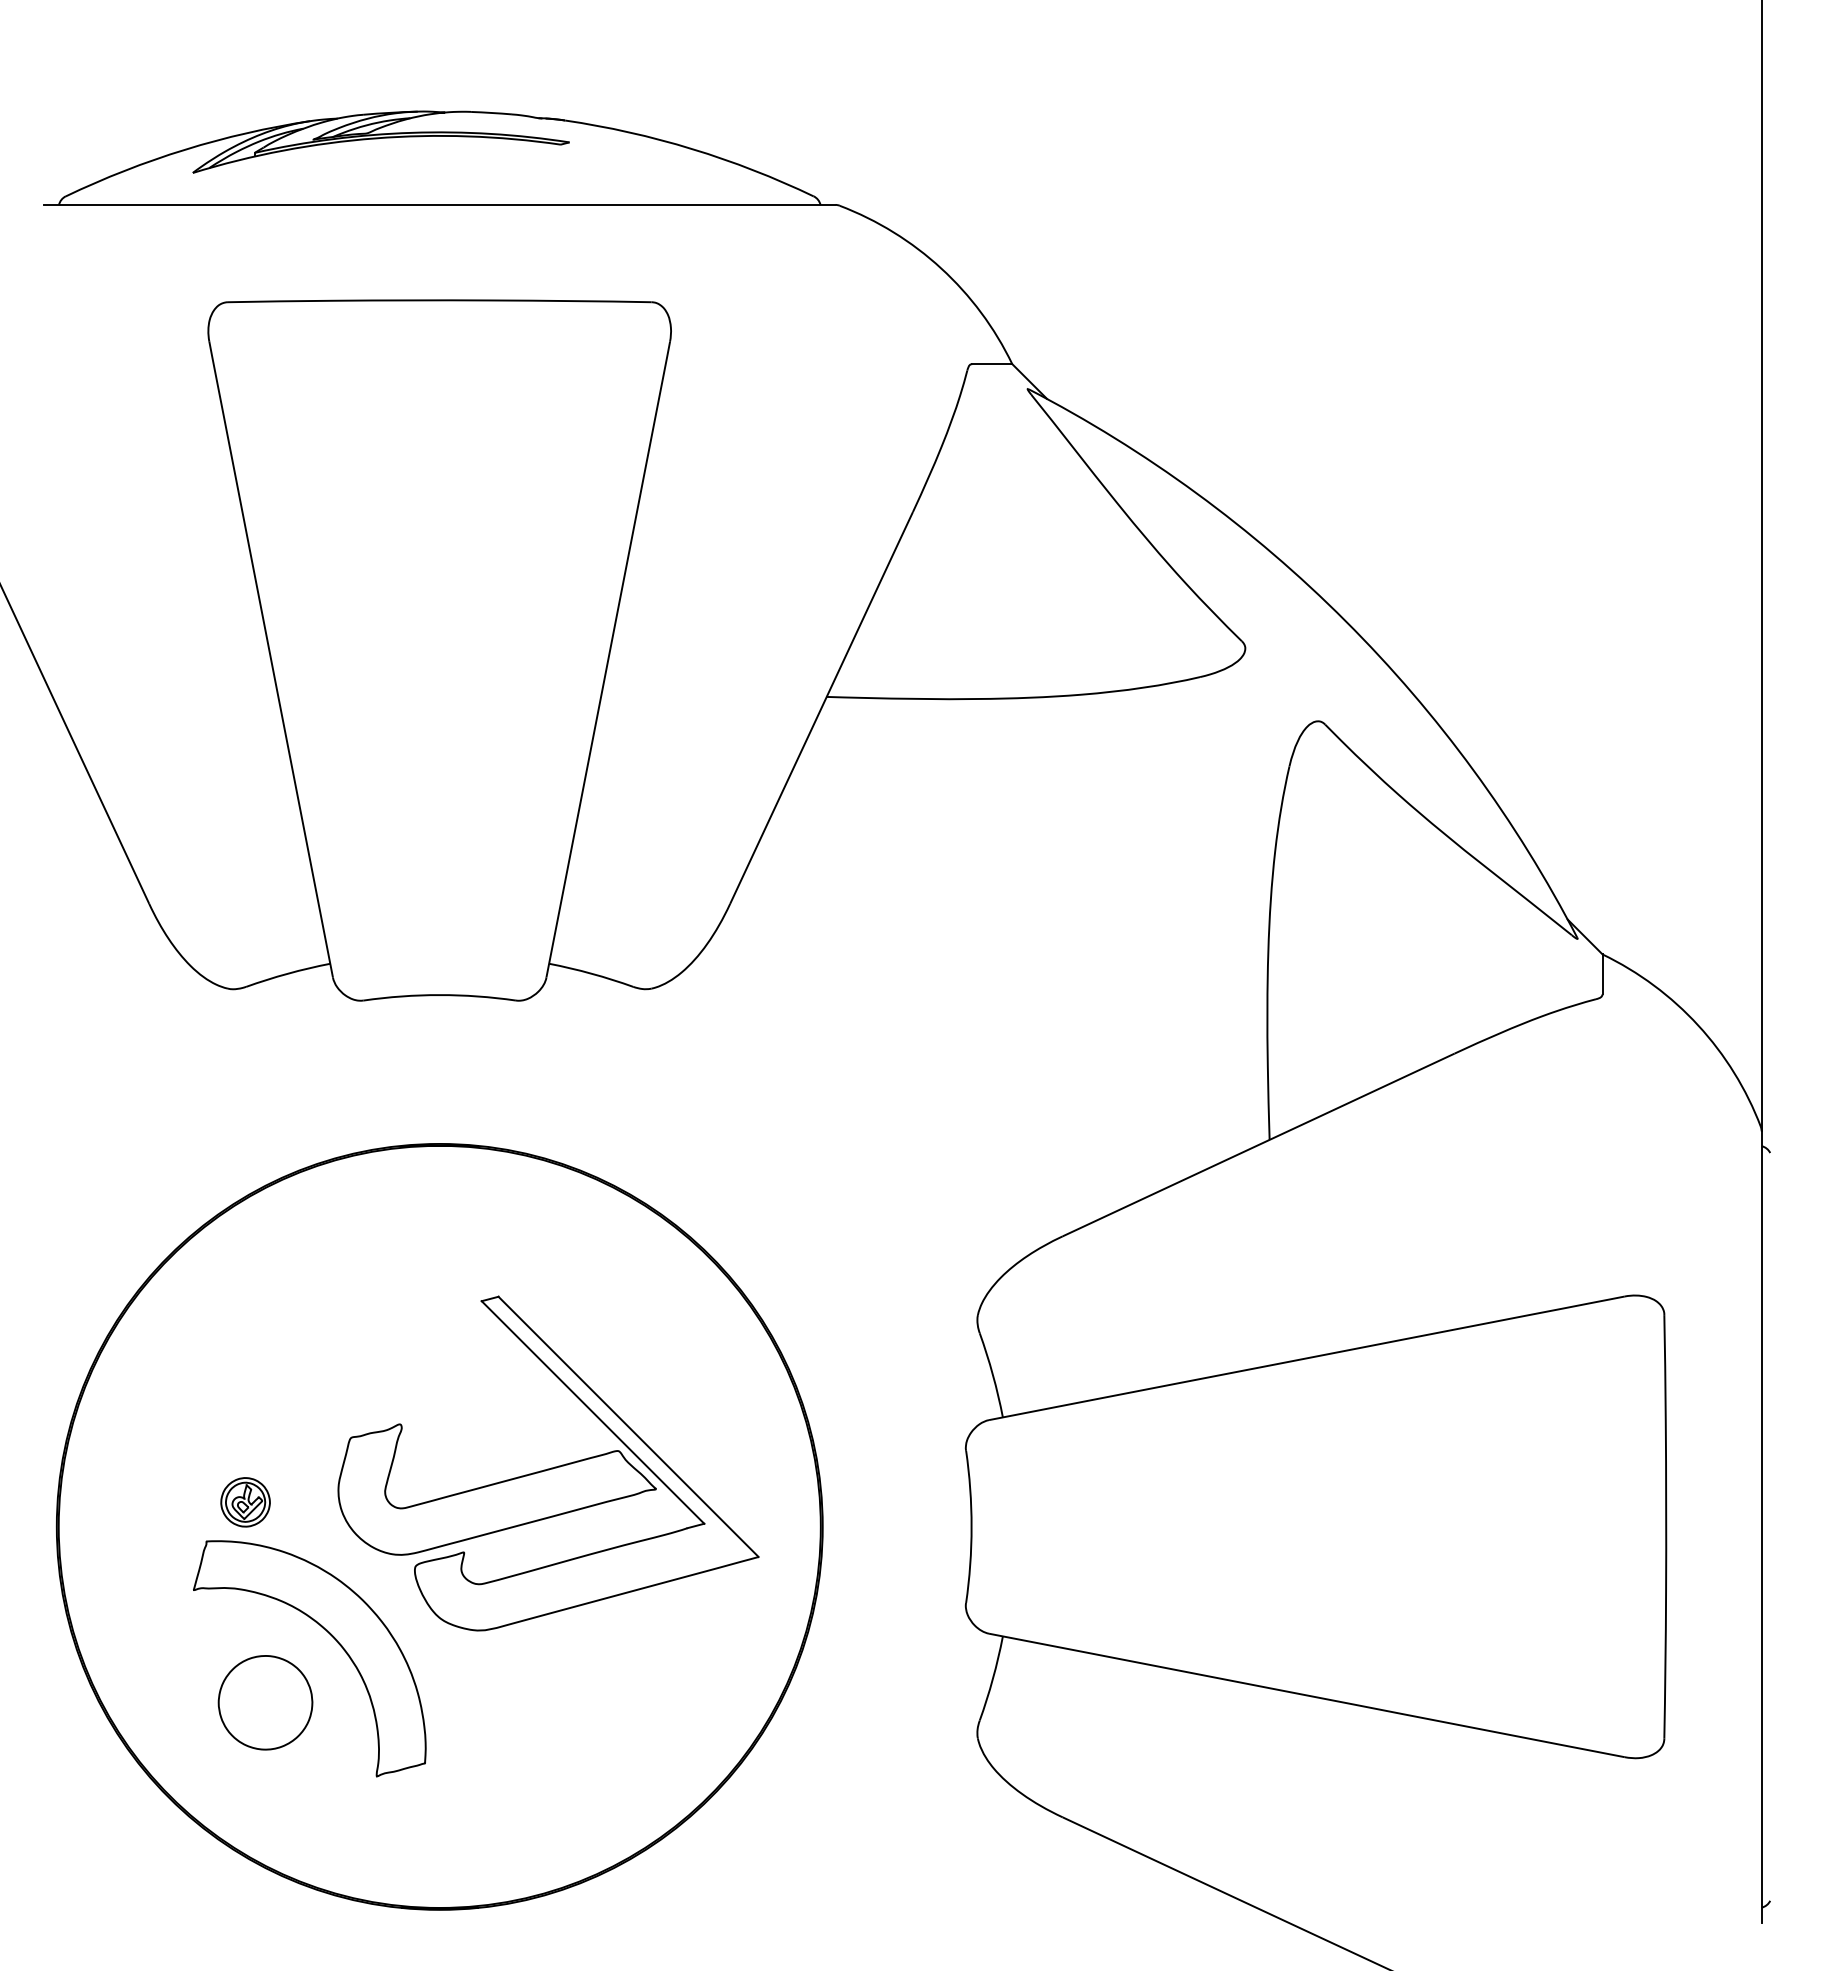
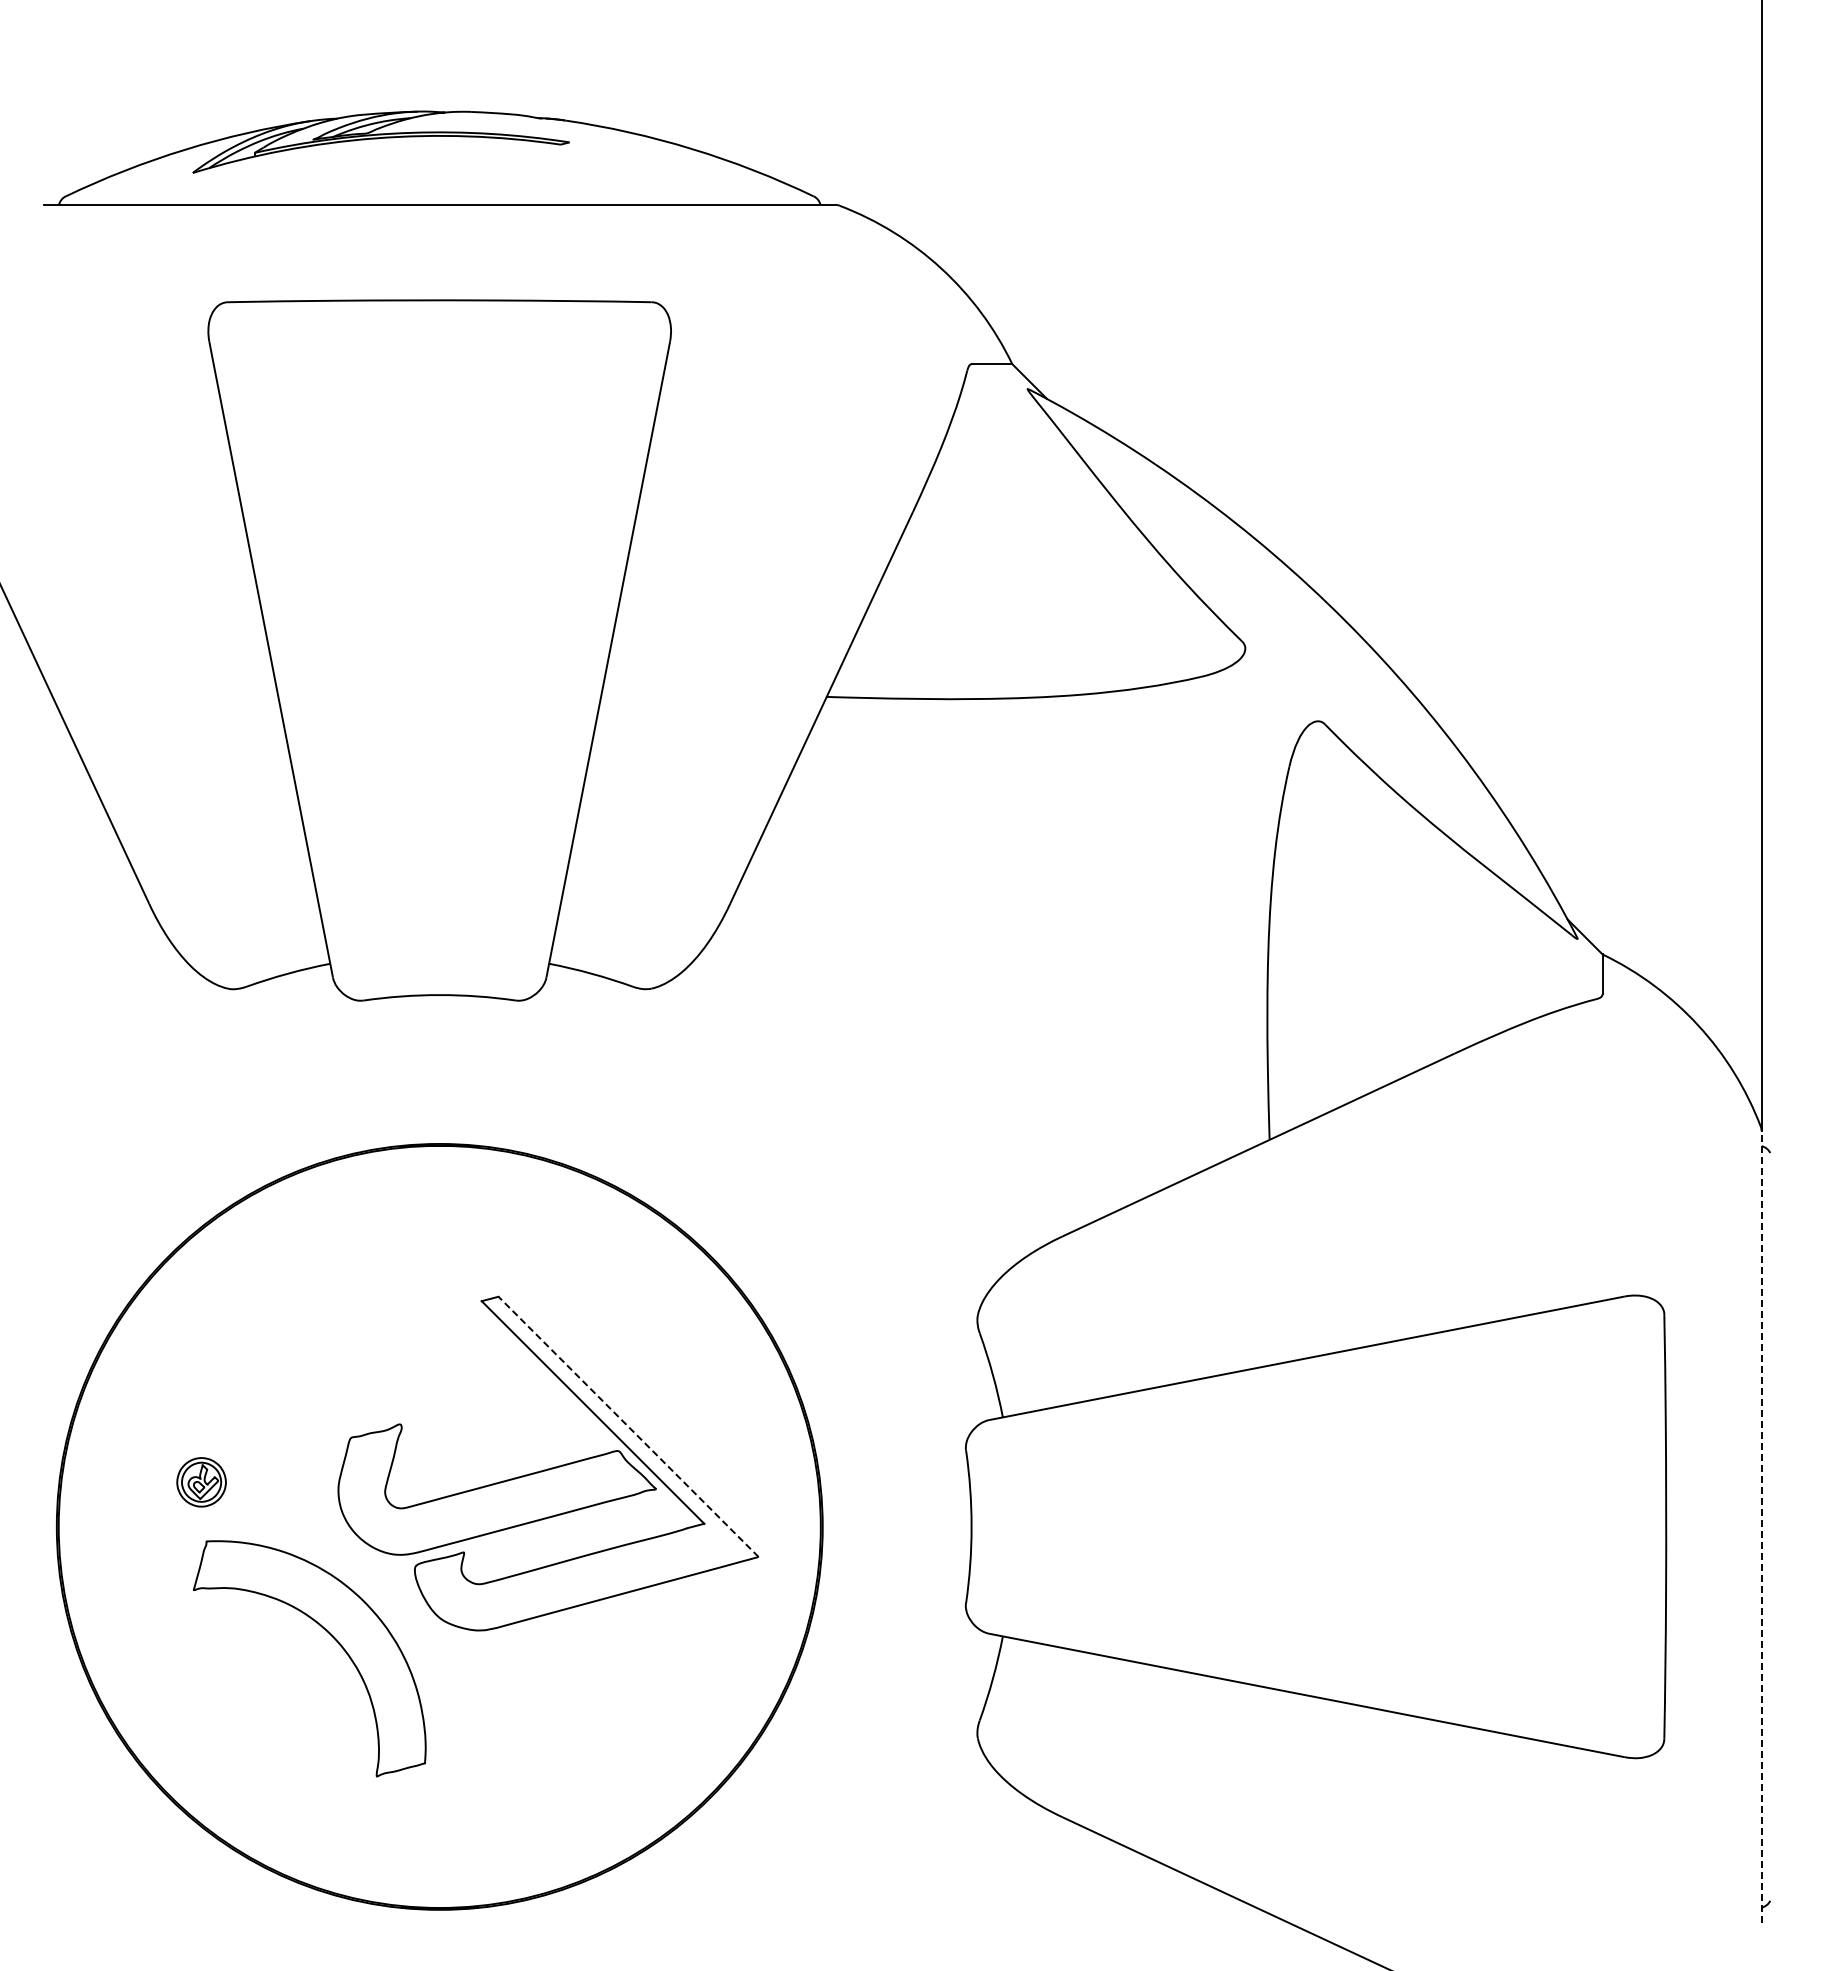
line at (628, 1426): solid -> dashed
part at (245, 1502) position: (245, 1502) -> (201, 1482)
line at (1761, 1526): solid -> dashed
part at (265, 1702): present -> none
